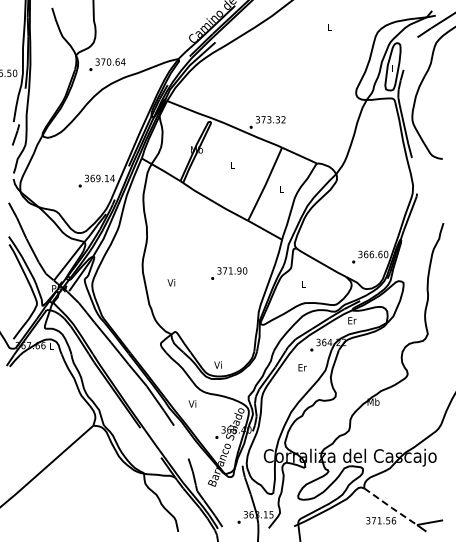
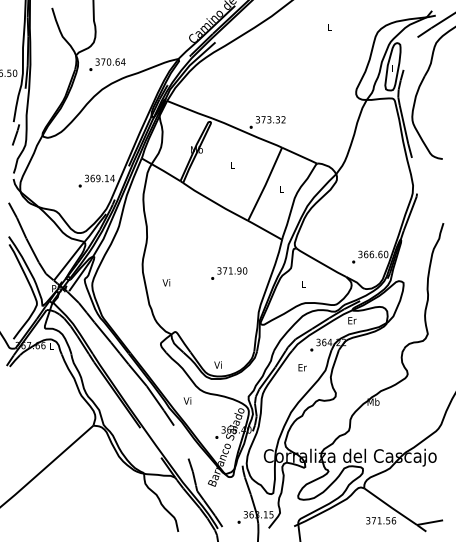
text at (171, 282) position: (171, 282) -> (166, 282)
text at (192, 403) position: (192, 403) -> (187, 400)
line at (390, 507): dashed -> solid
